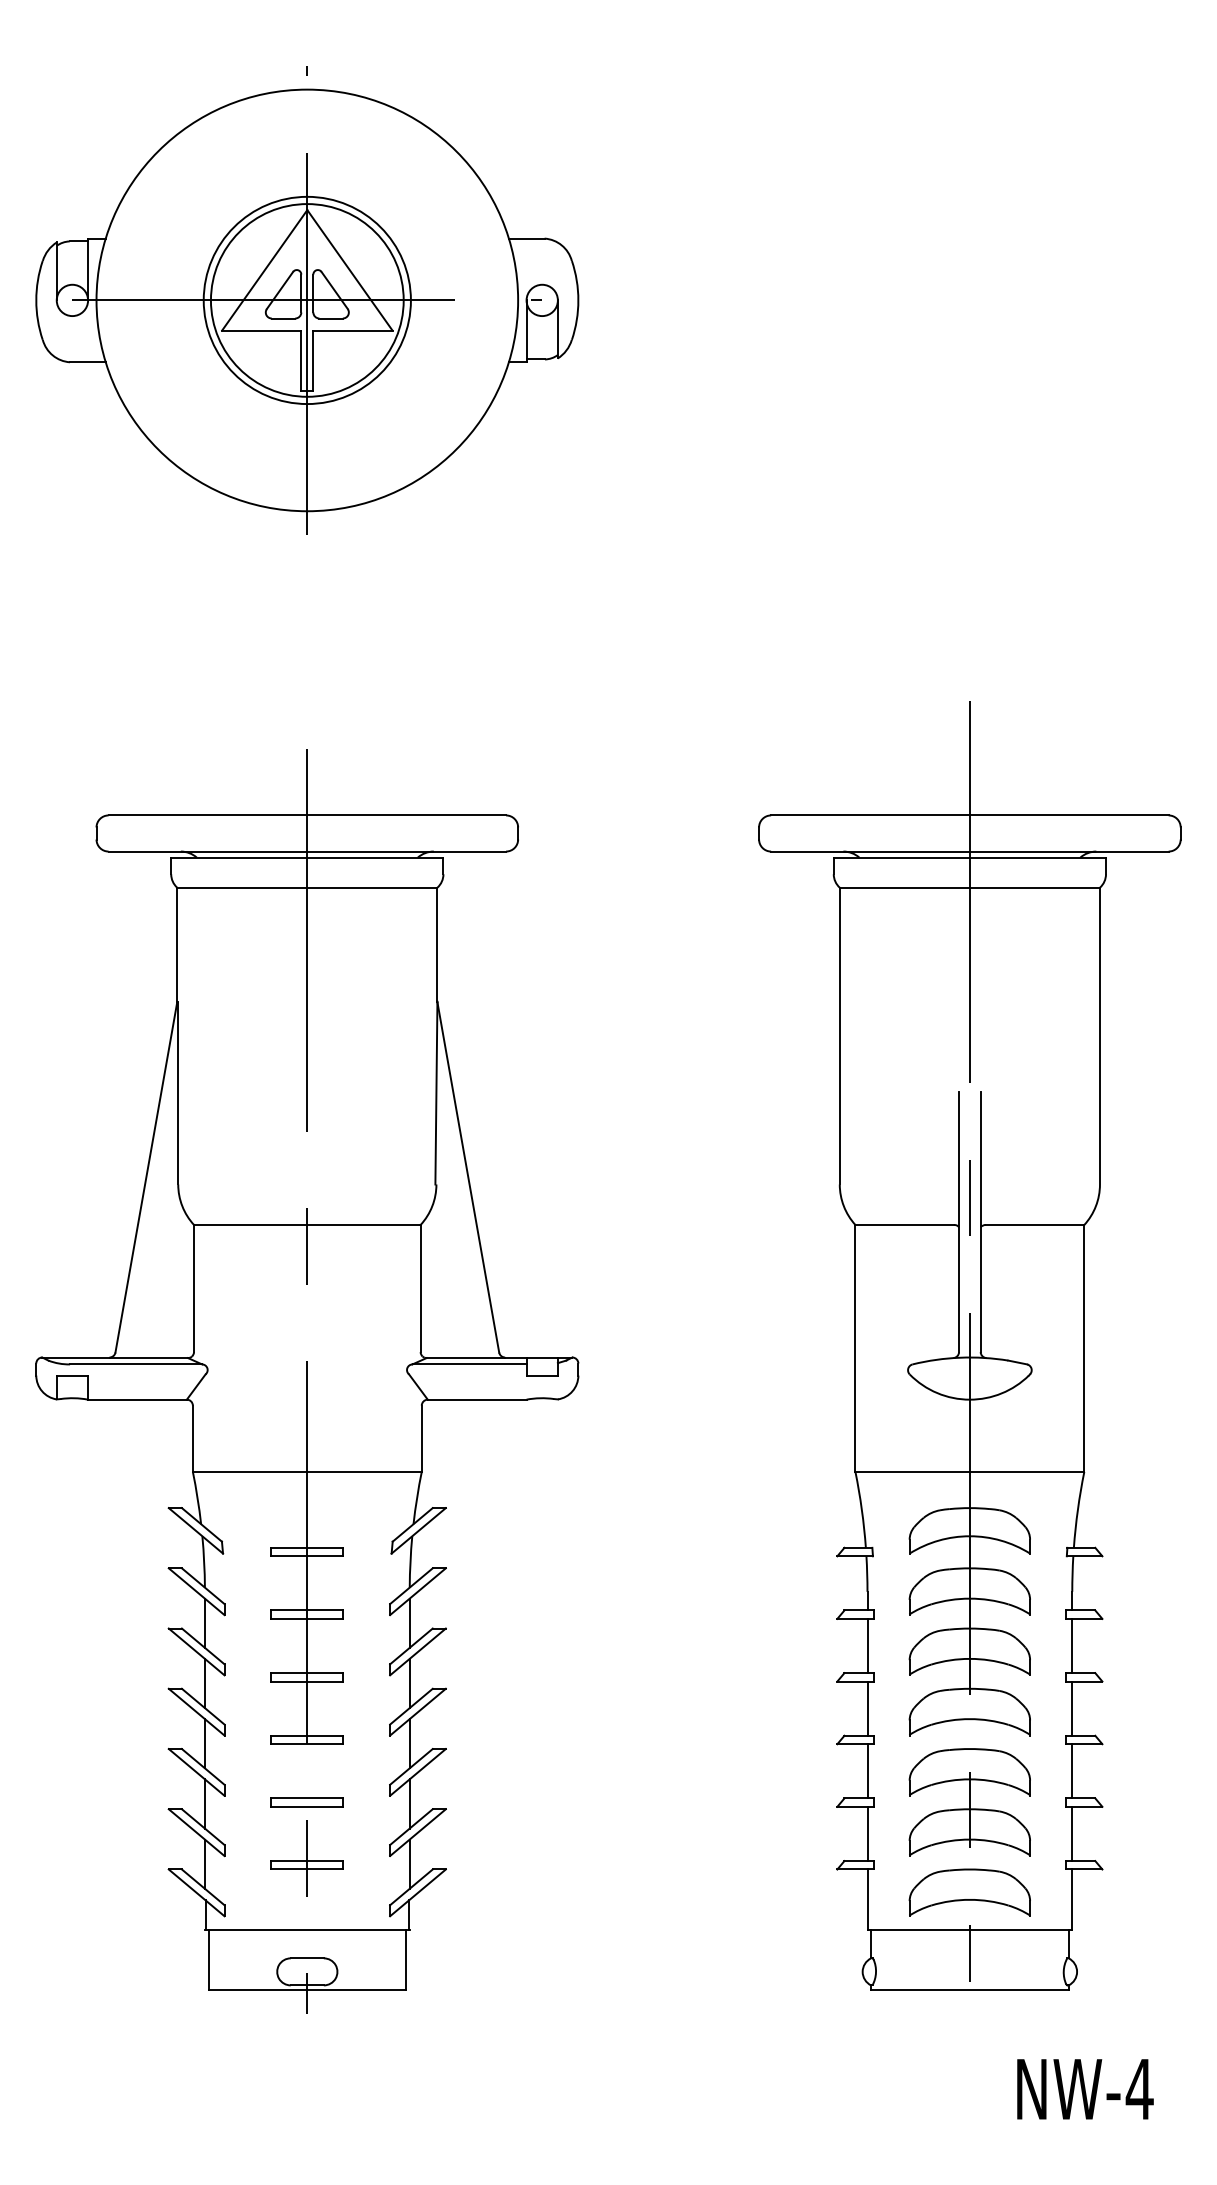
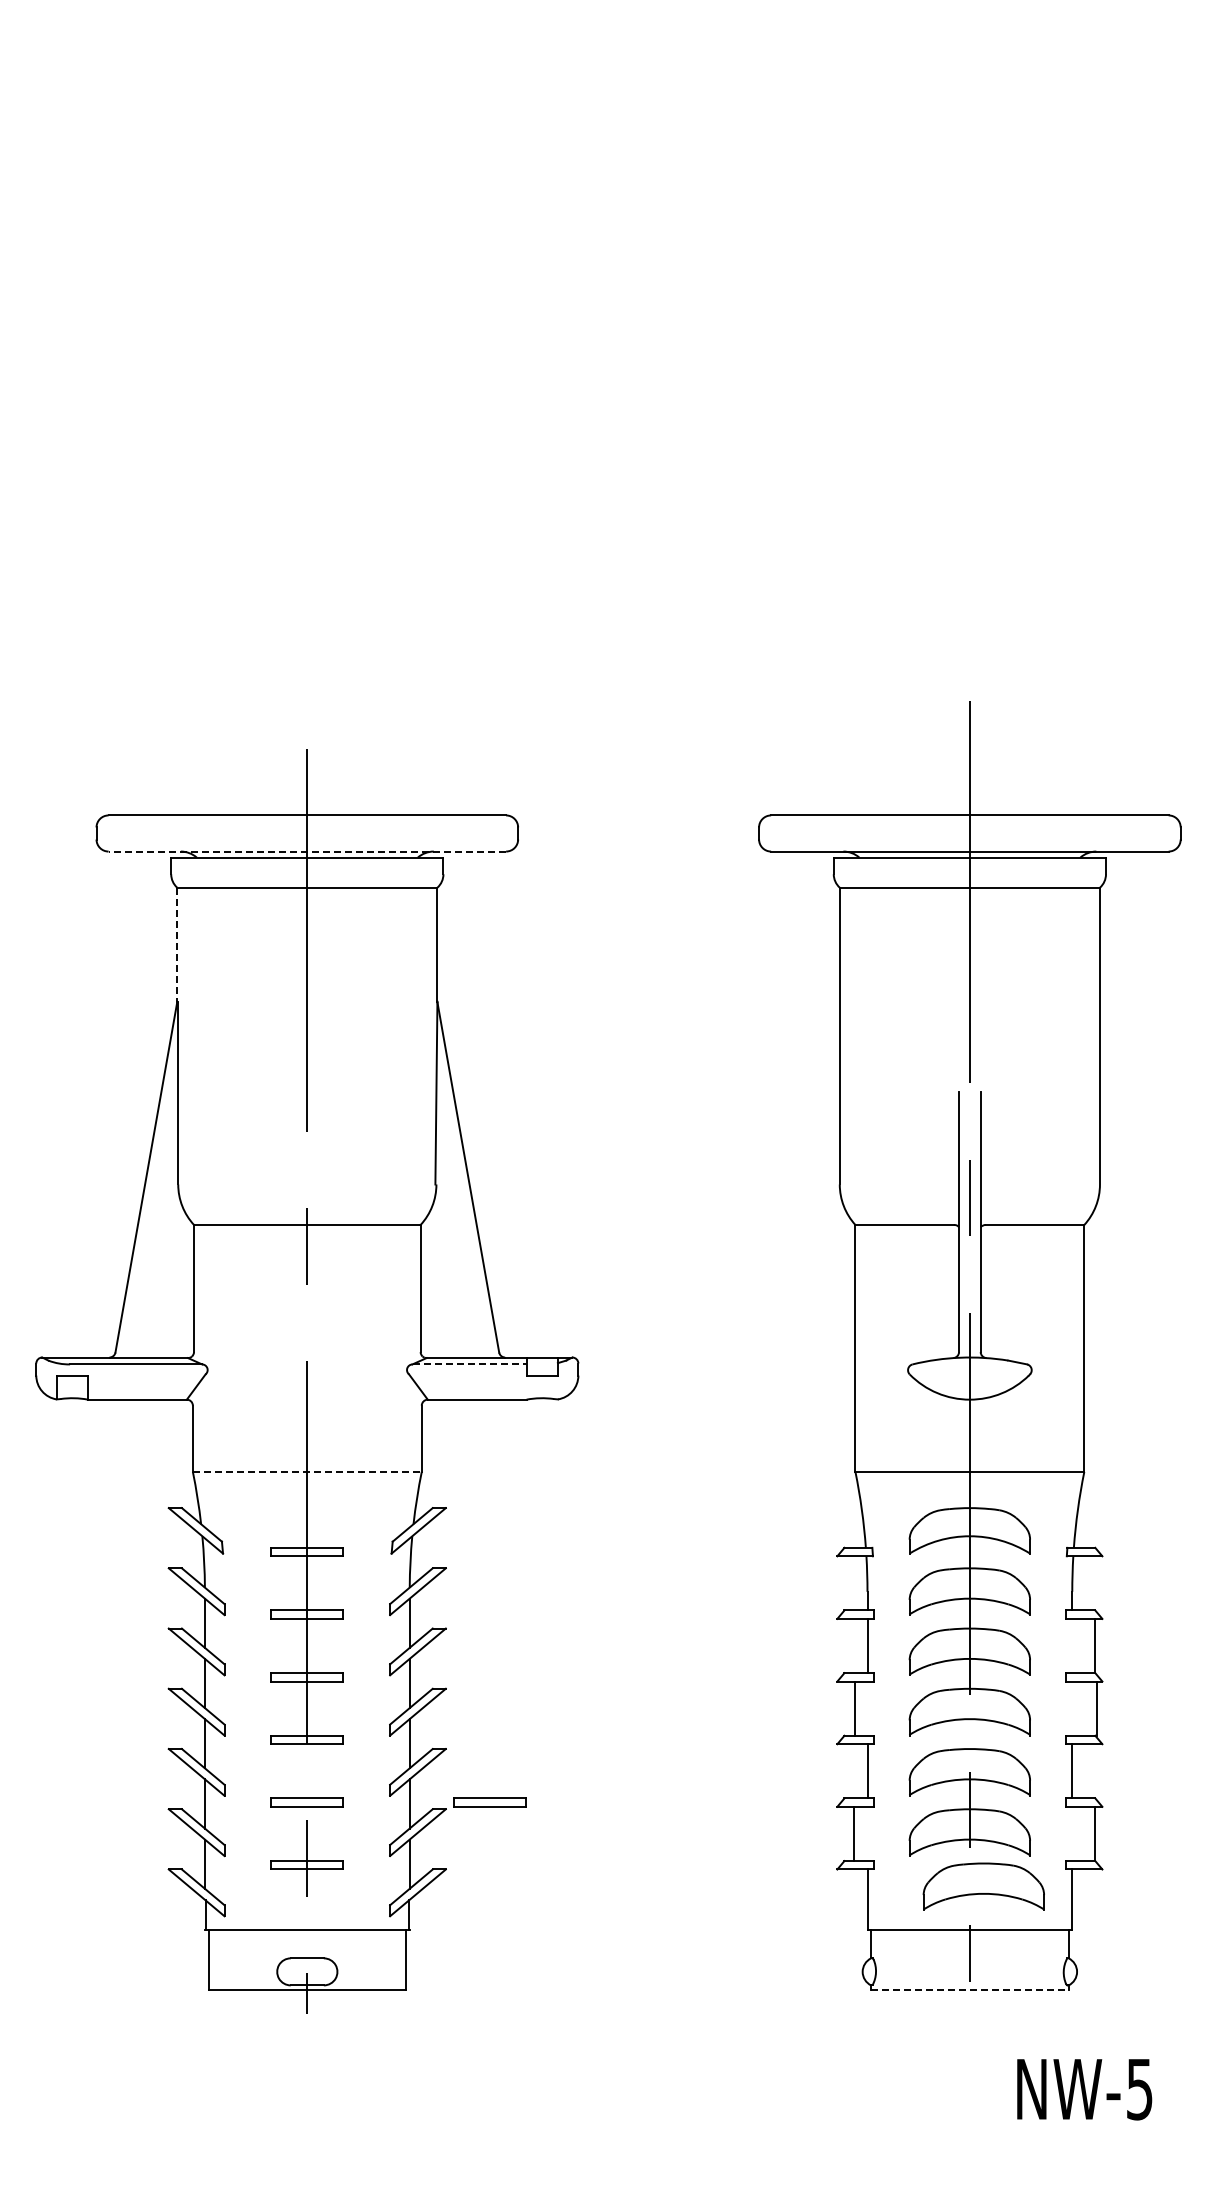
part at (307, 300): present -> none
line at (307, 851): solid -> dashed
line at (177, 945): solid -> dashed
line at (470, 1364): solid -> dashed
line at (307, 1471): solid -> dashed
line at (1072, 1645) position: (1072, 1645) -> (1095, 1645)
line at (867, 1708) position: (867, 1708) -> (854, 1708)
line at (1072, 1708) position: (1072, 1708) -> (1097, 1708)
part at (489, 1802): none -> present
line at (867, 1833) position: (867, 1833) -> (853, 1833)
line at (1072, 1833) position: (1072, 1833) -> (1095, 1833)
part at (969, 1892) position: (969, 1892) -> (983, 1886)
line at (969, 1989): solid -> dashed
text at (1139, 2089): NW-4 -> NW-5
